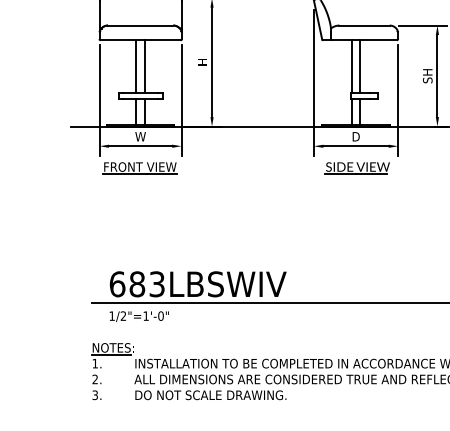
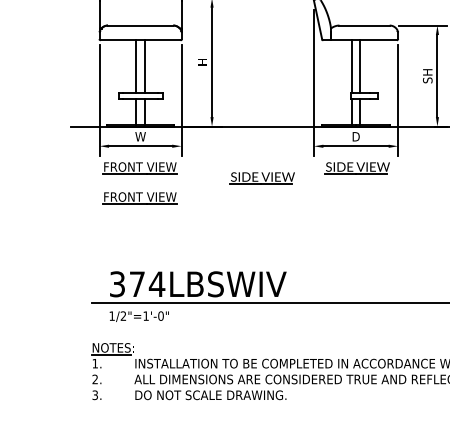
part at (261, 178): none -> present
part at (139, 198): none -> present
text at (137, 284): 683LBSWIV -> 374LBSWIV
